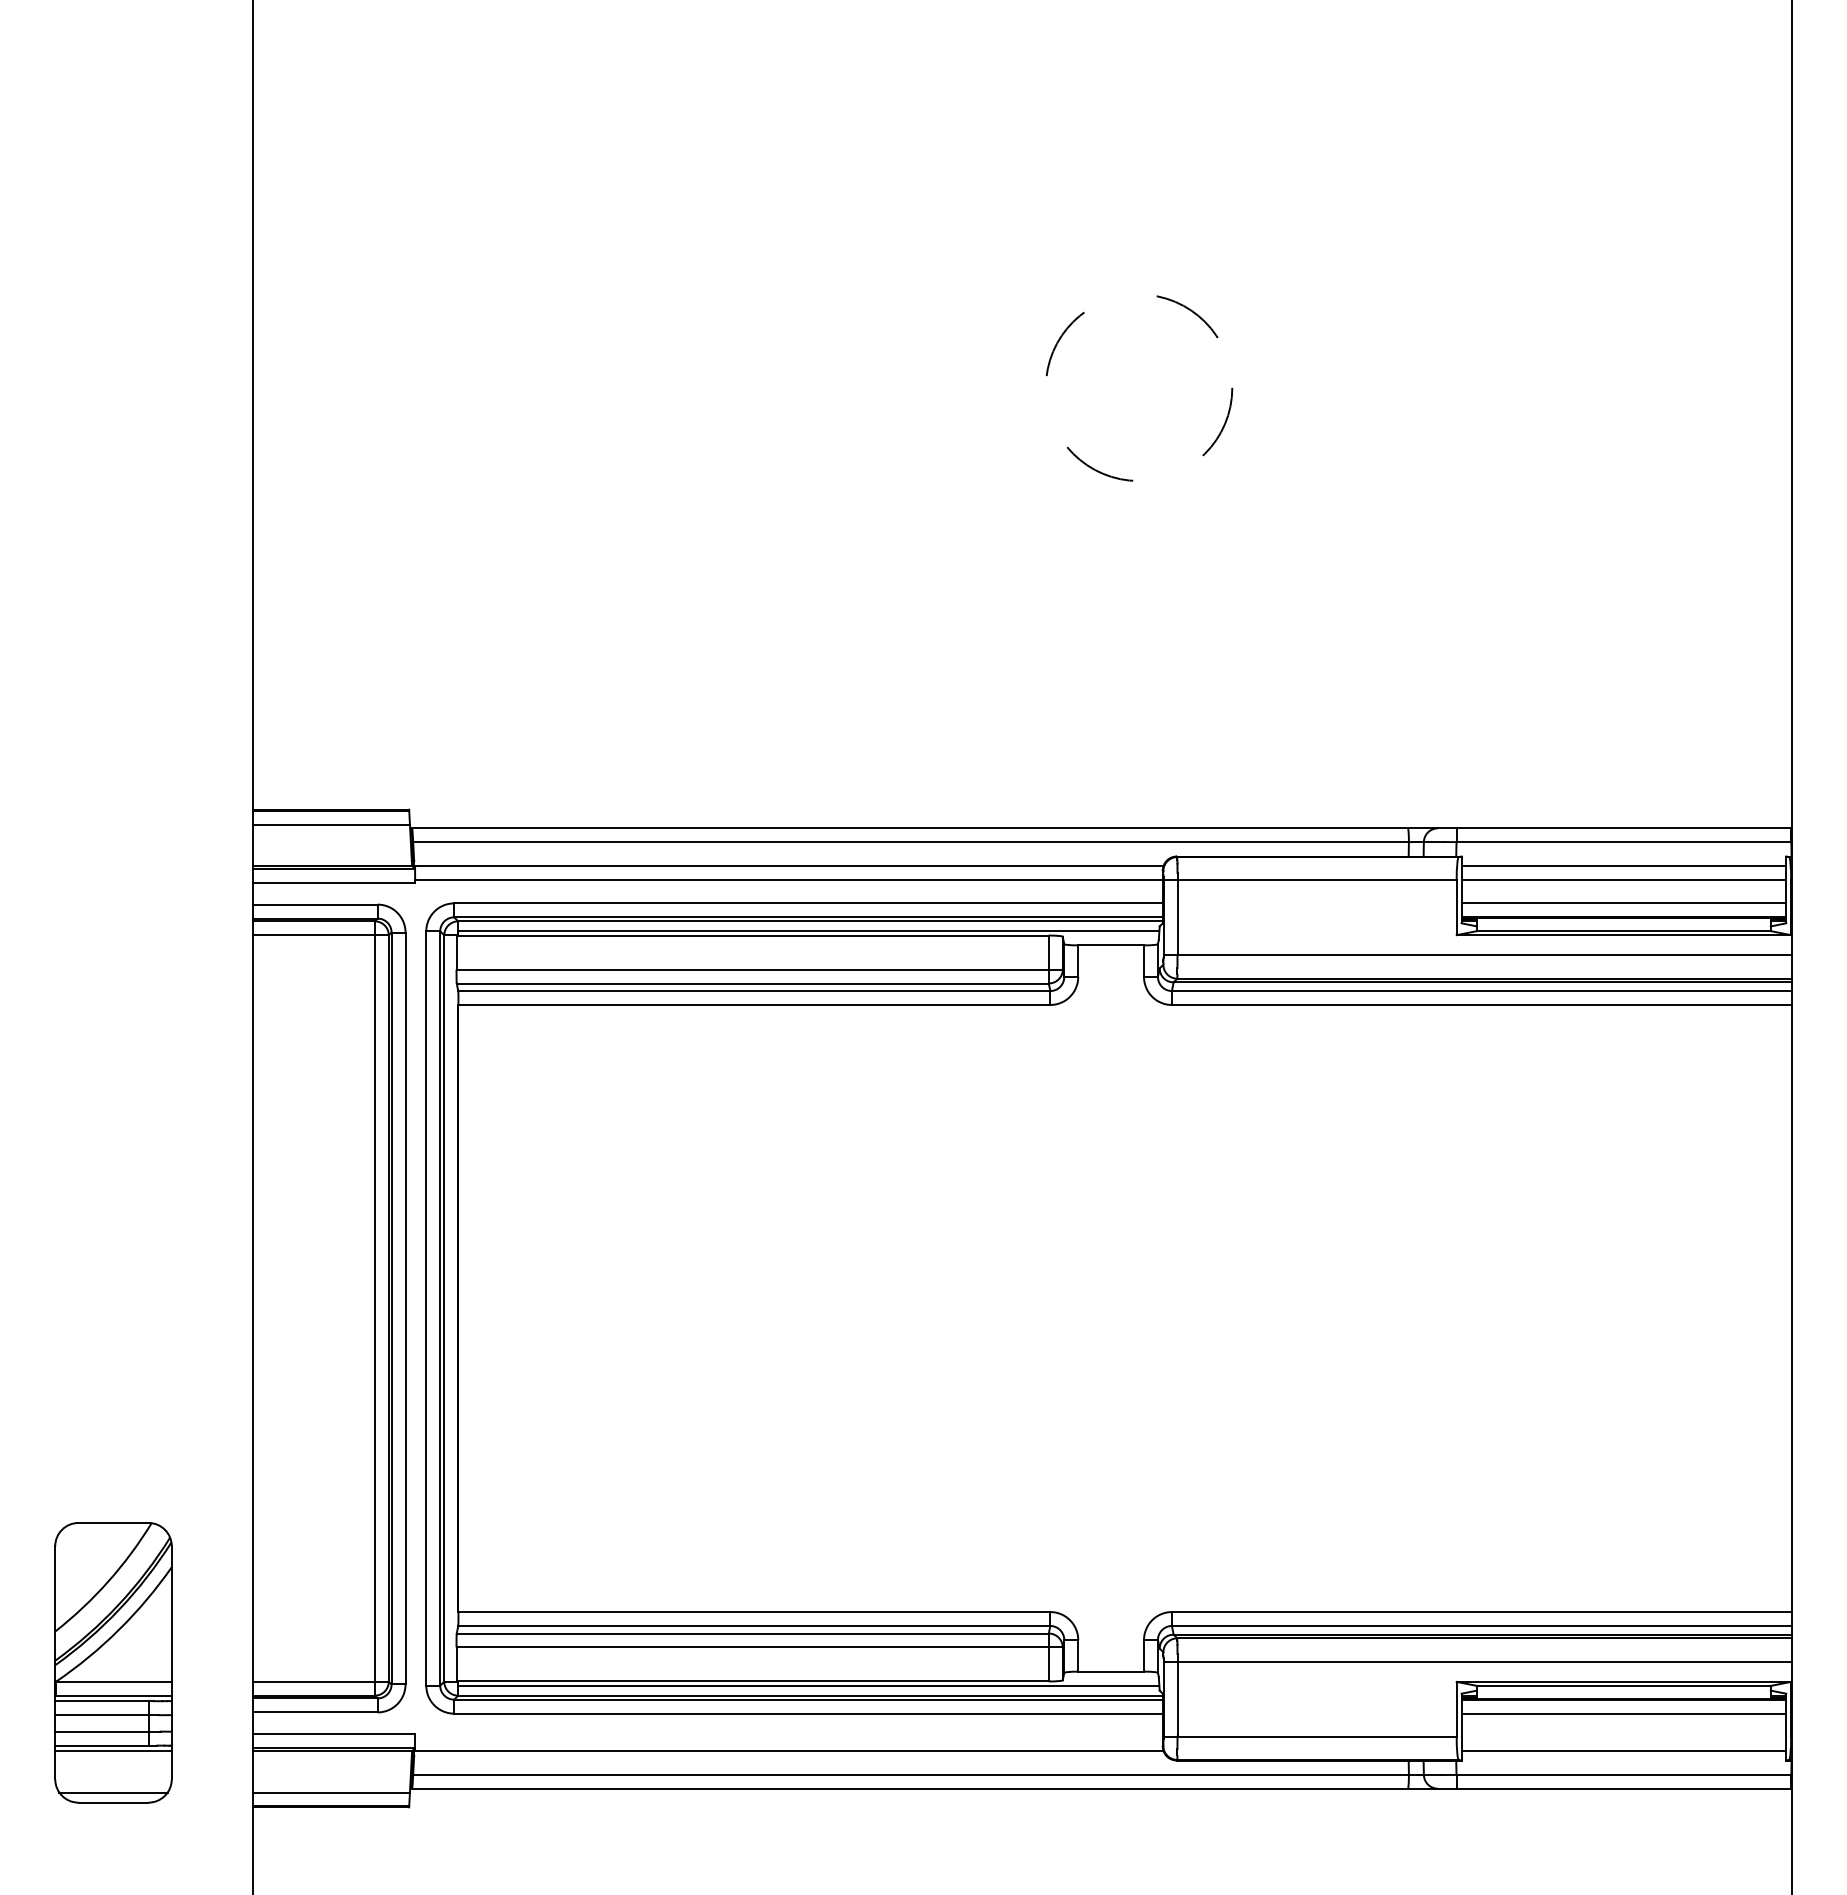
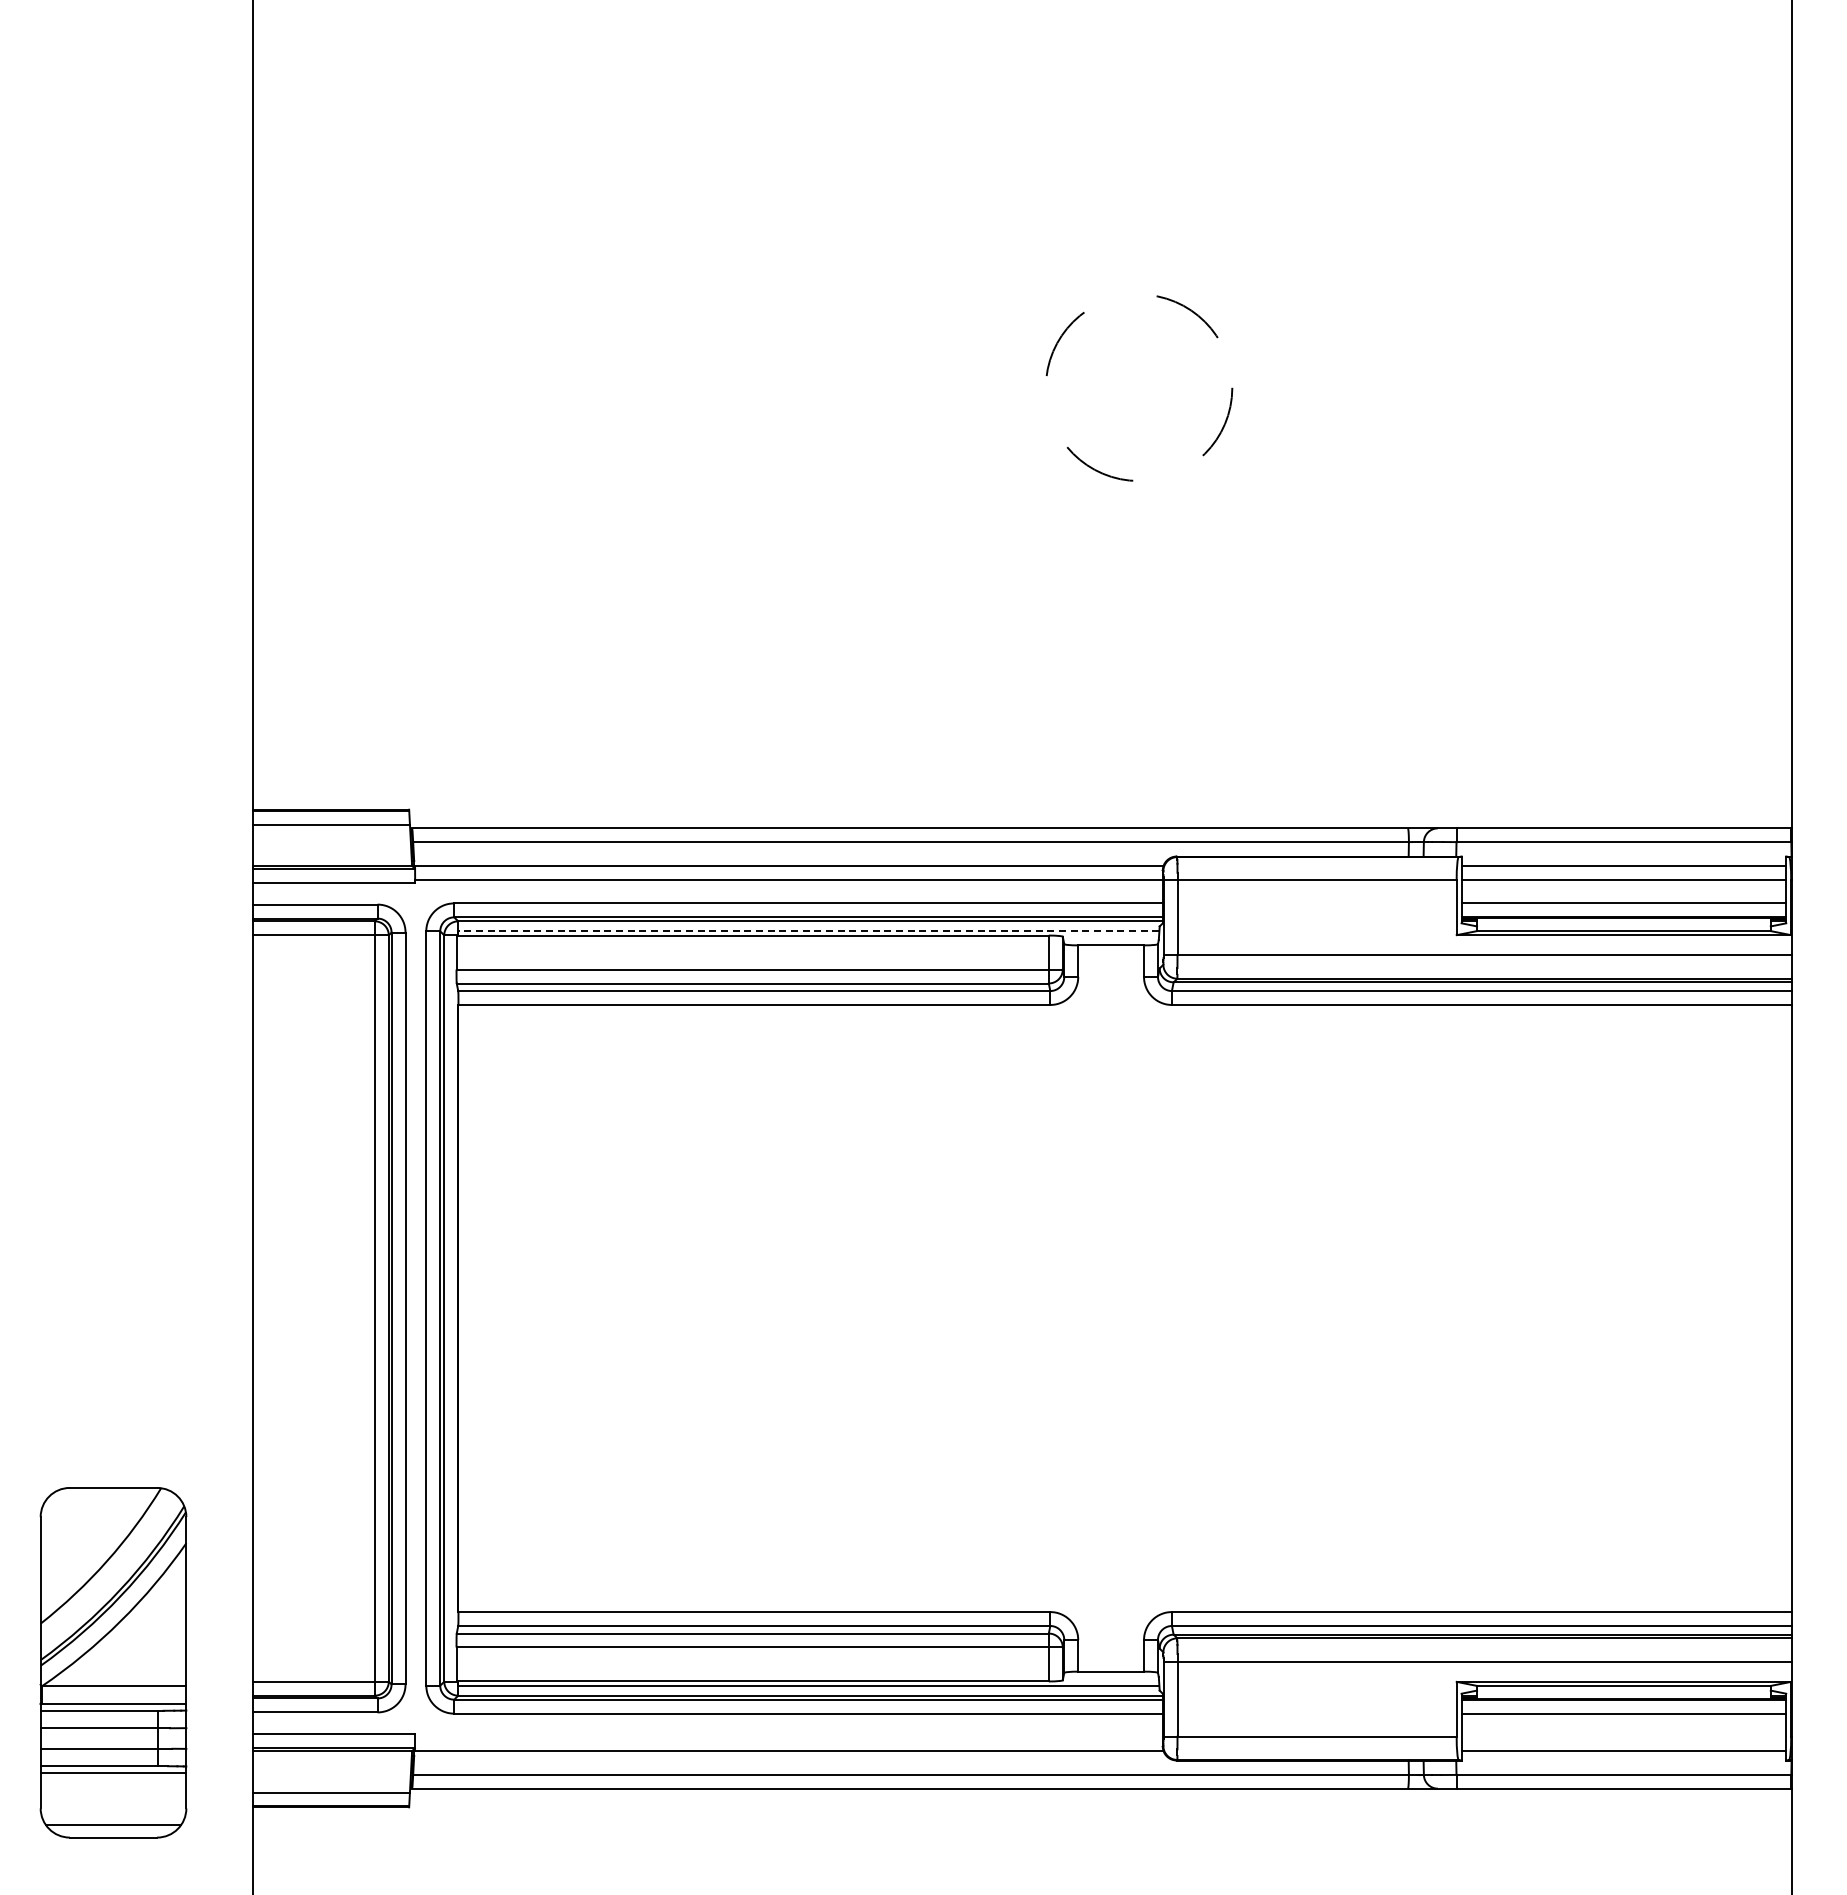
line at (808, 930): solid -> dashed
part at (113, 1662) size: 119x282 px -> 149x352 px
